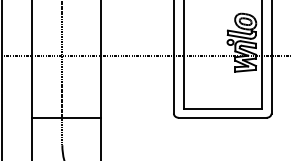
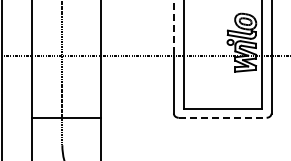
line at (173, 27): solid -> dashed
line at (222, 117): solid -> dashed
